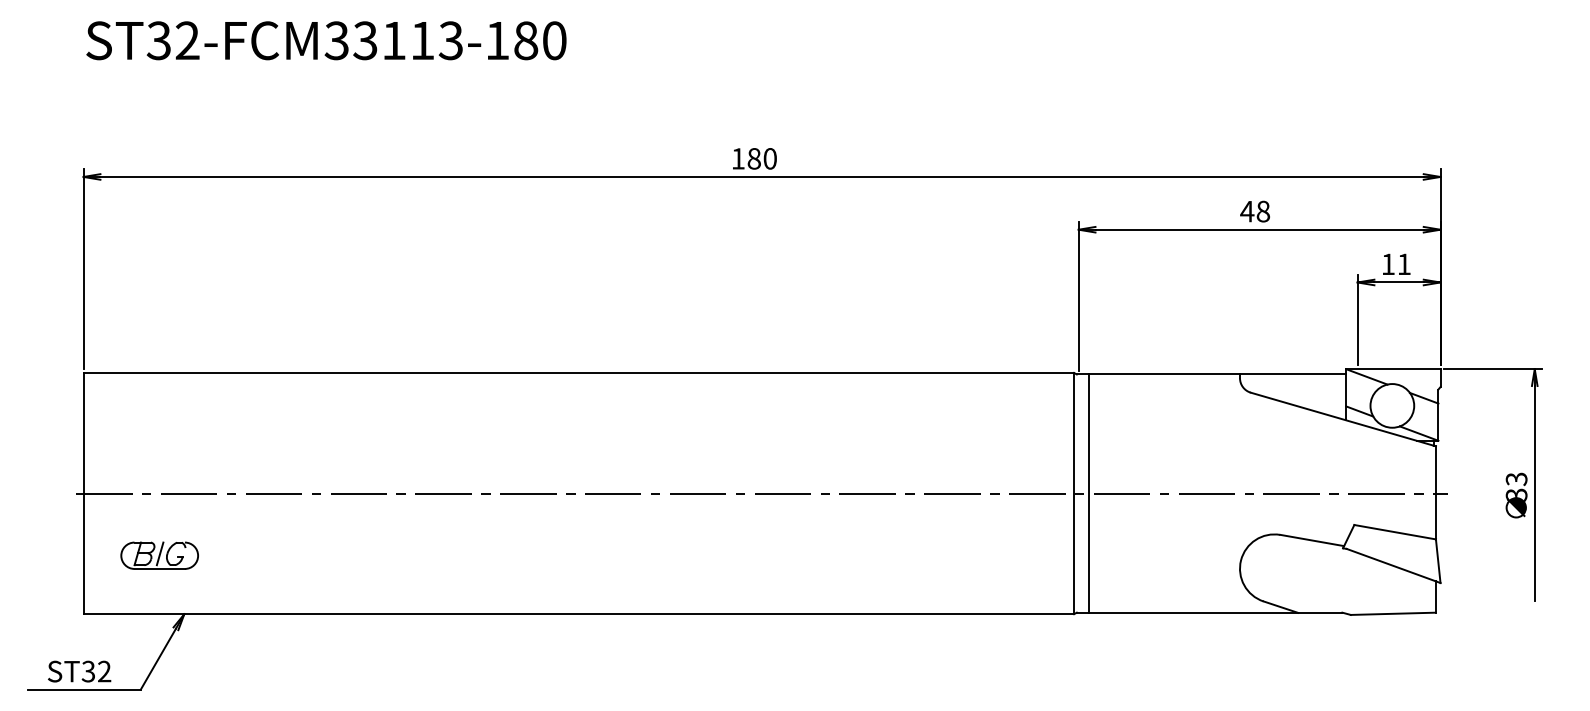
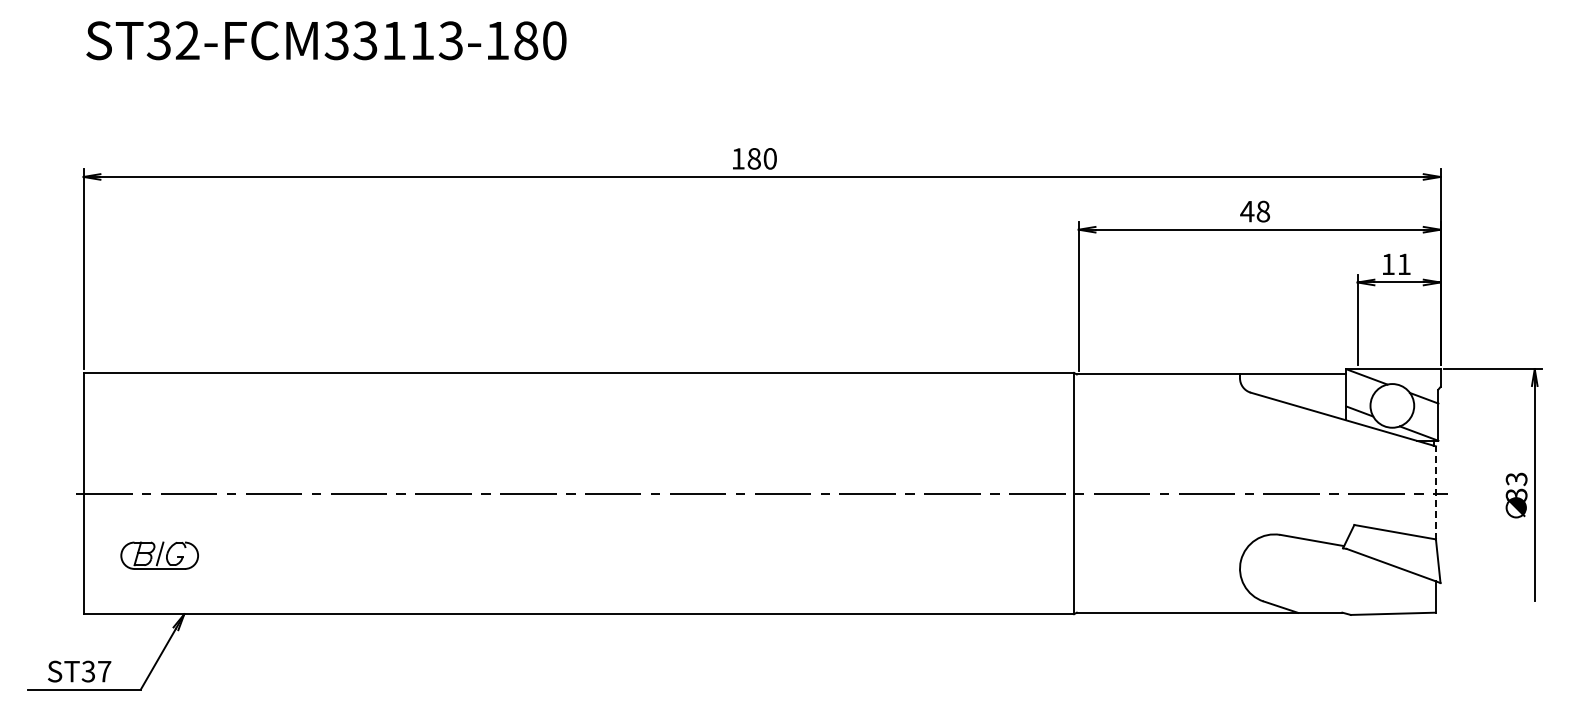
line at (1089, 493): present -> none
line at (1436, 493): solid -> dashed
text at (104, 671): ST32 -> ST37
